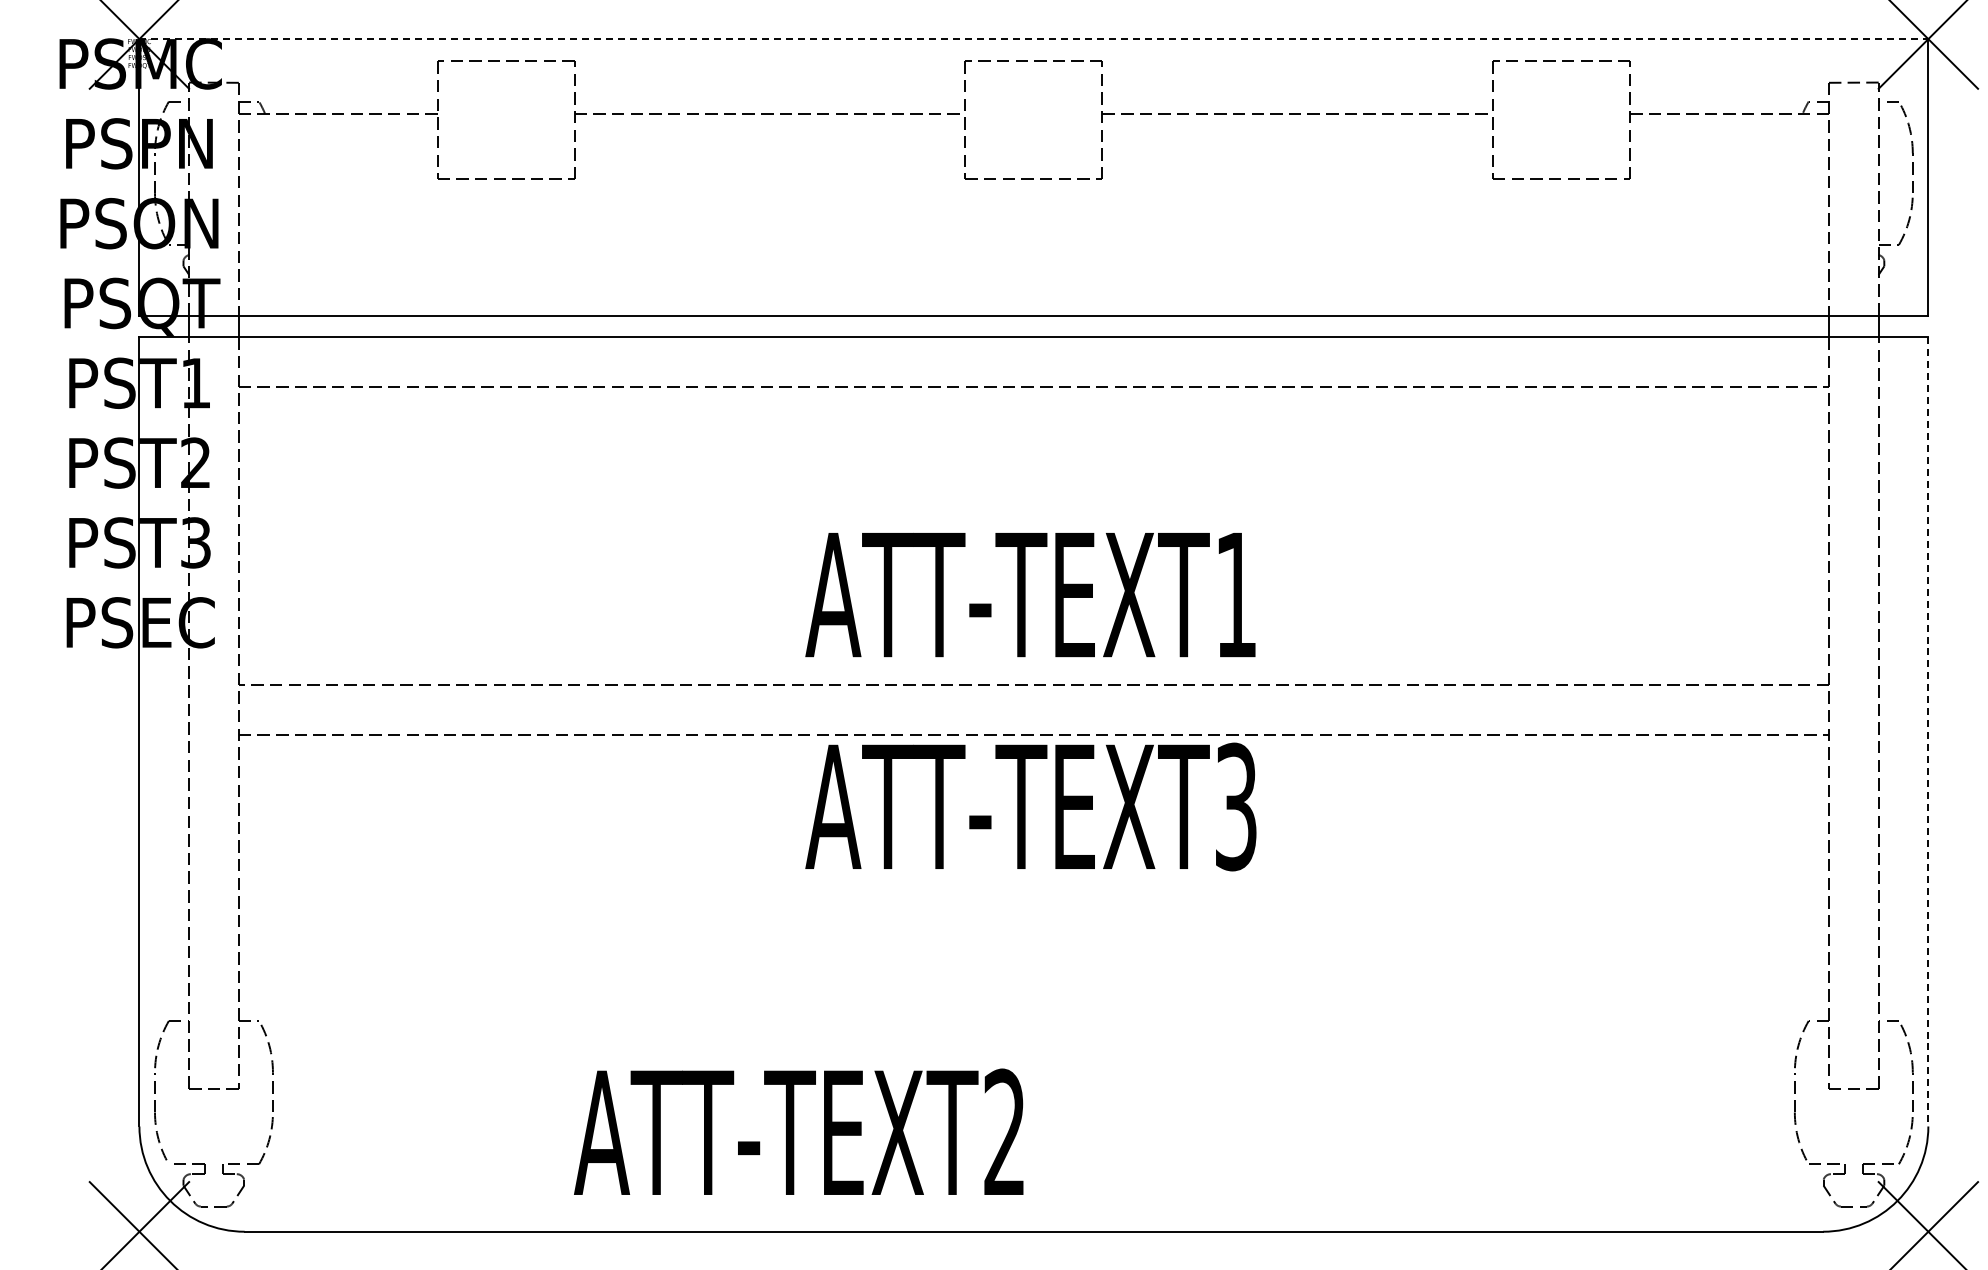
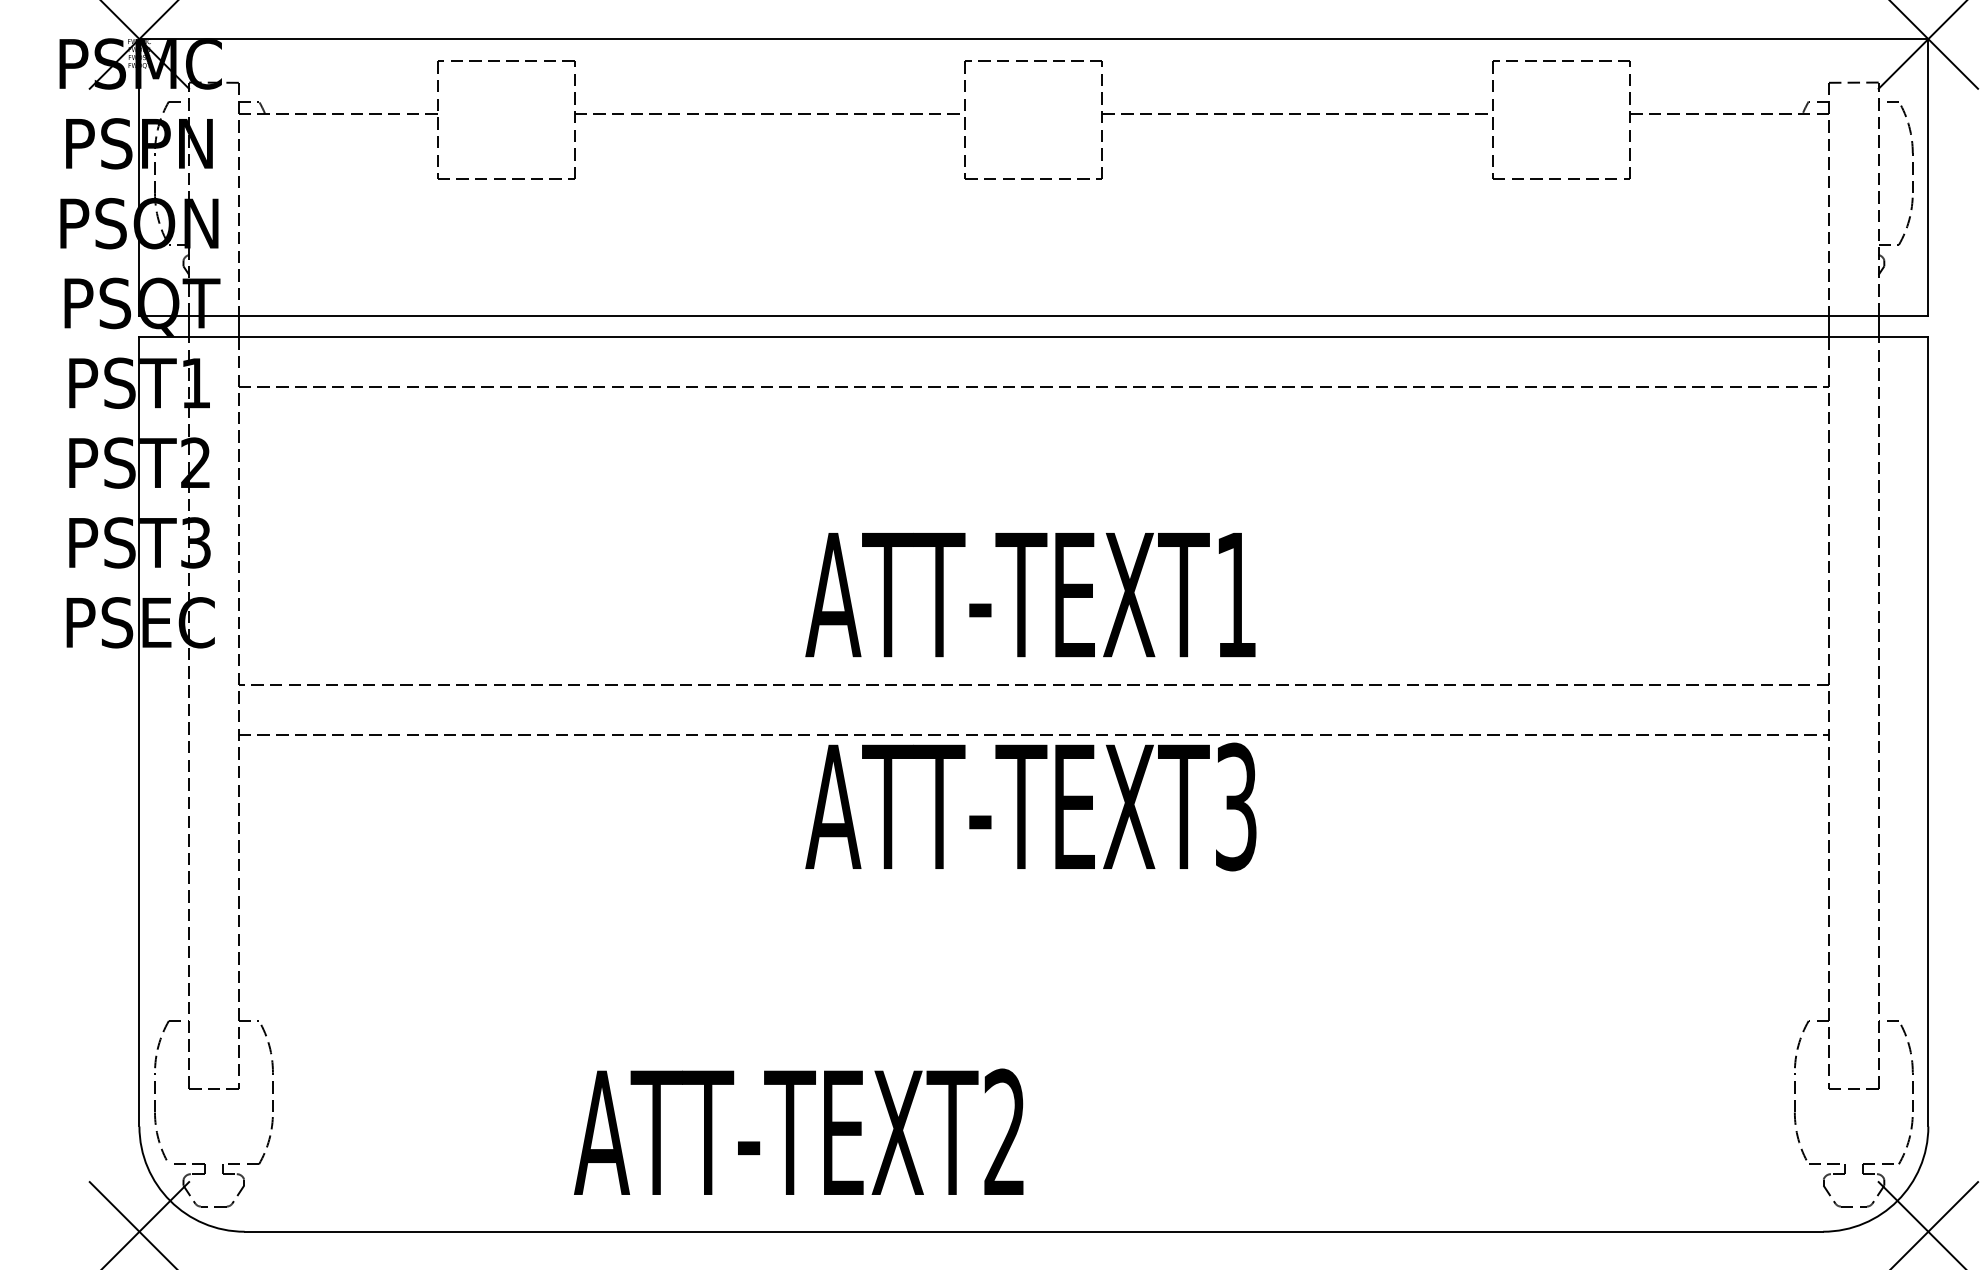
line at (1034, 39): dashed -> solid
line at (1928, 731): dashed -> solid
